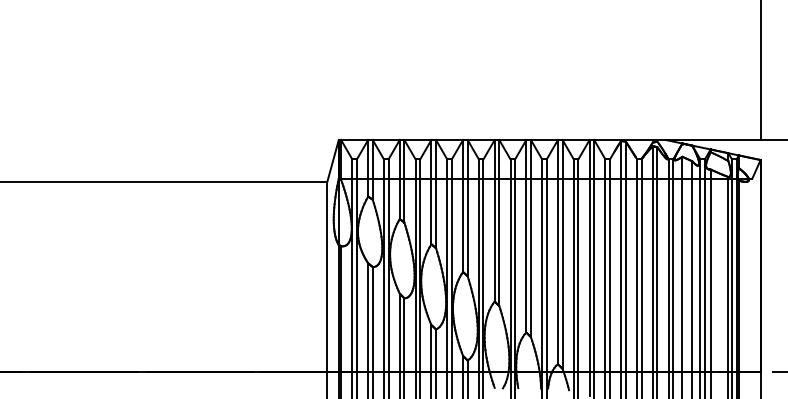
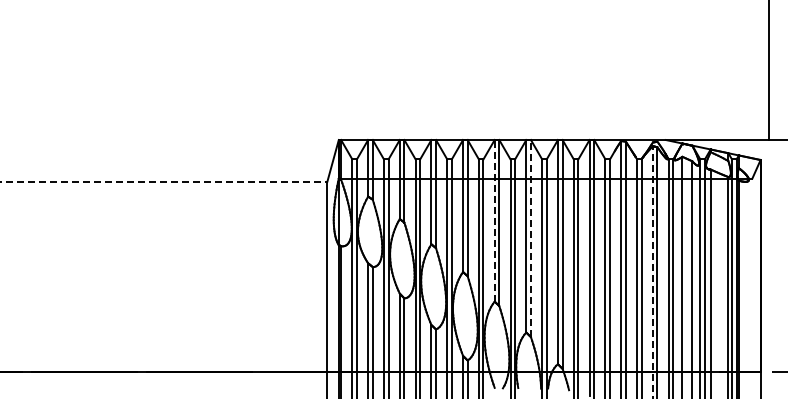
line at (760, 71) position: (760, 71) -> (768, 71)
line at (164, 182): solid -> dashed
line at (494, 220): solid -> dashed
line at (530, 238): solid -> dashed
line at (652, 271): solid -> dashed
